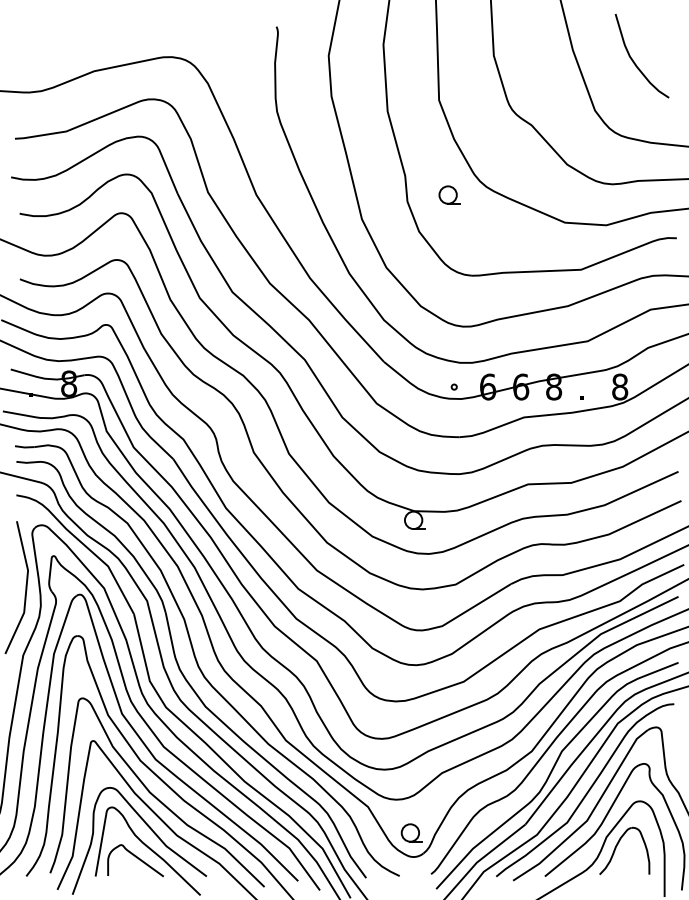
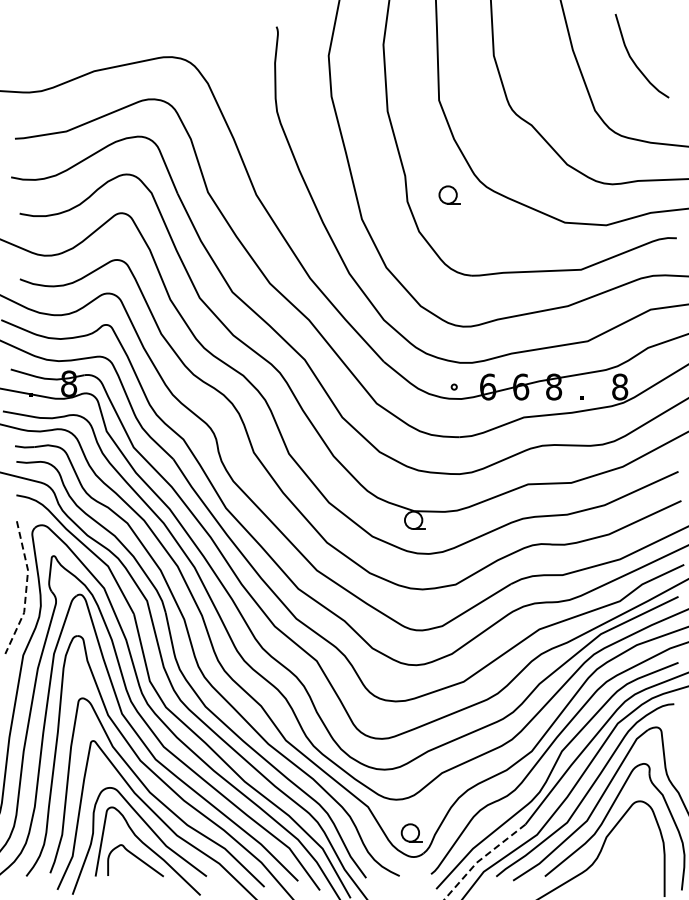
line at (26, 589): solid -> dashed
part at (617, 846): present -> none
line at (481, 858): solid -> dashed
